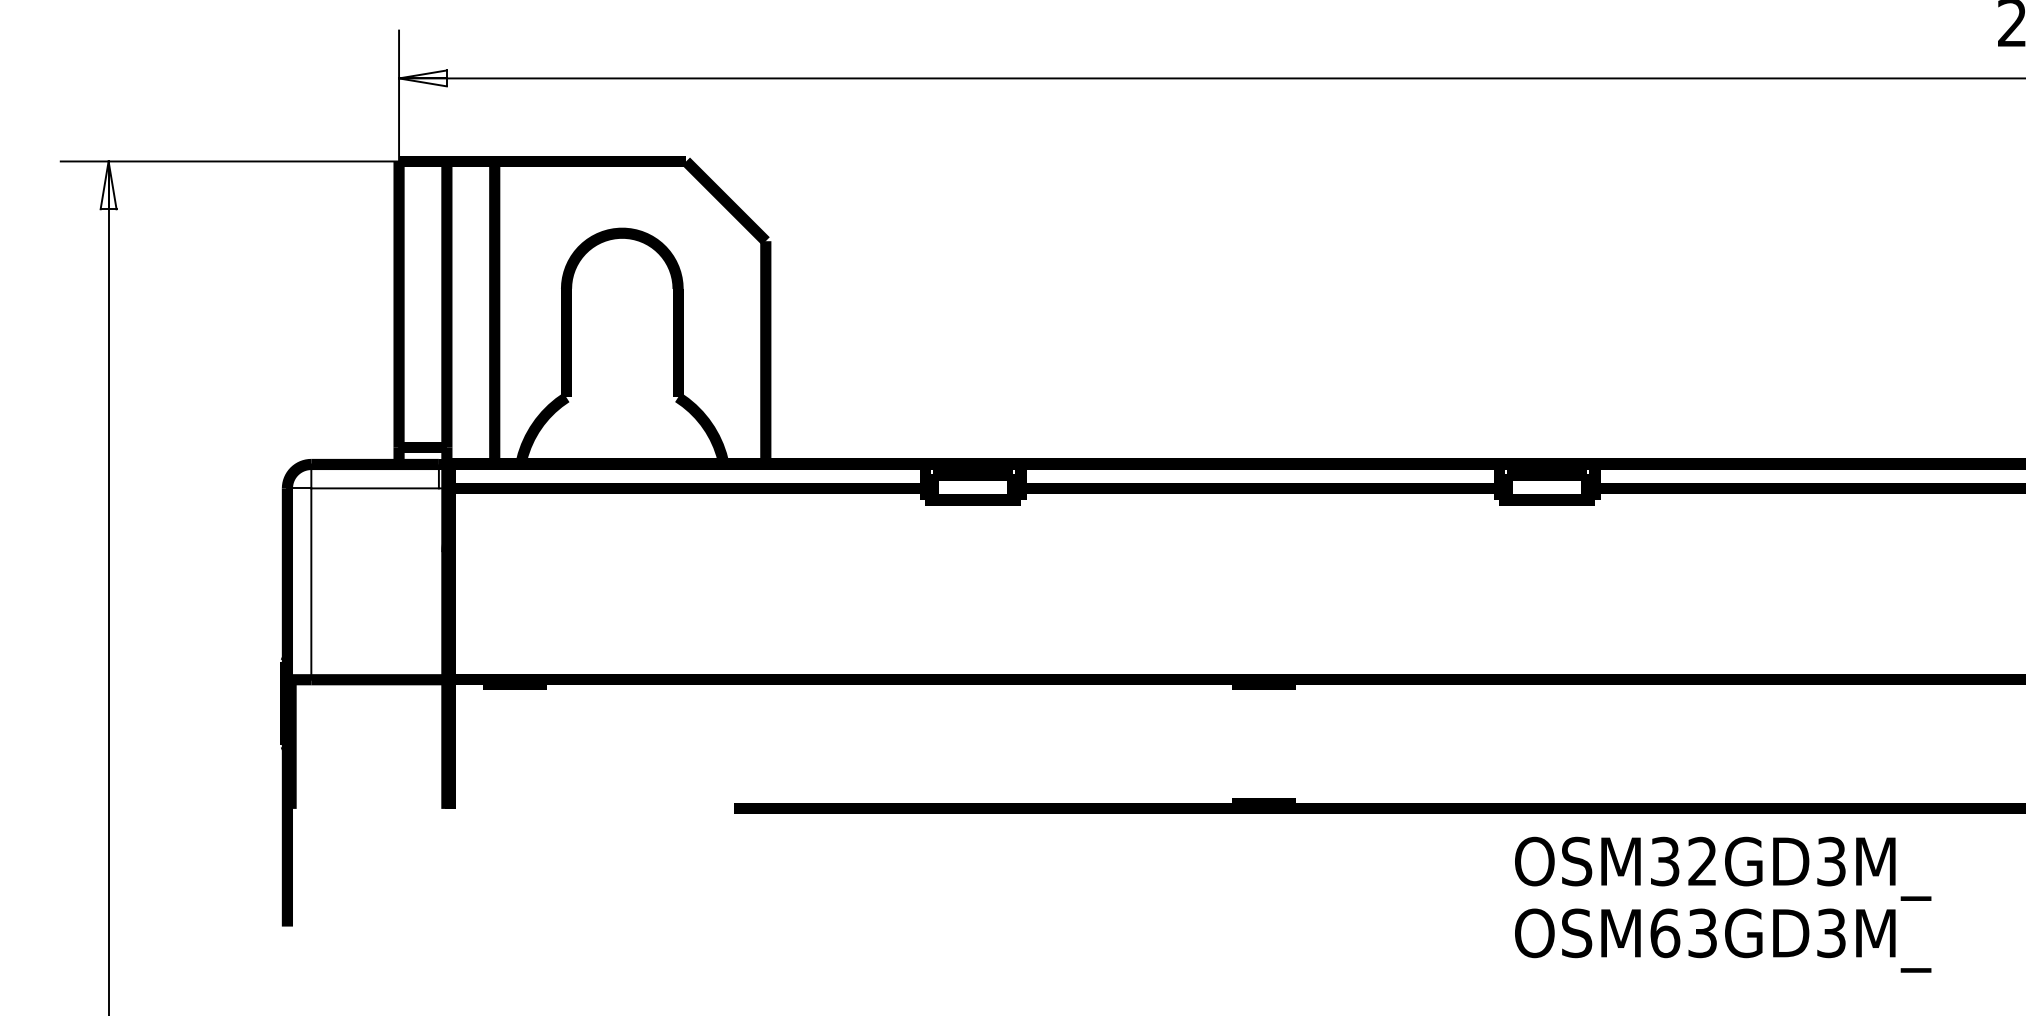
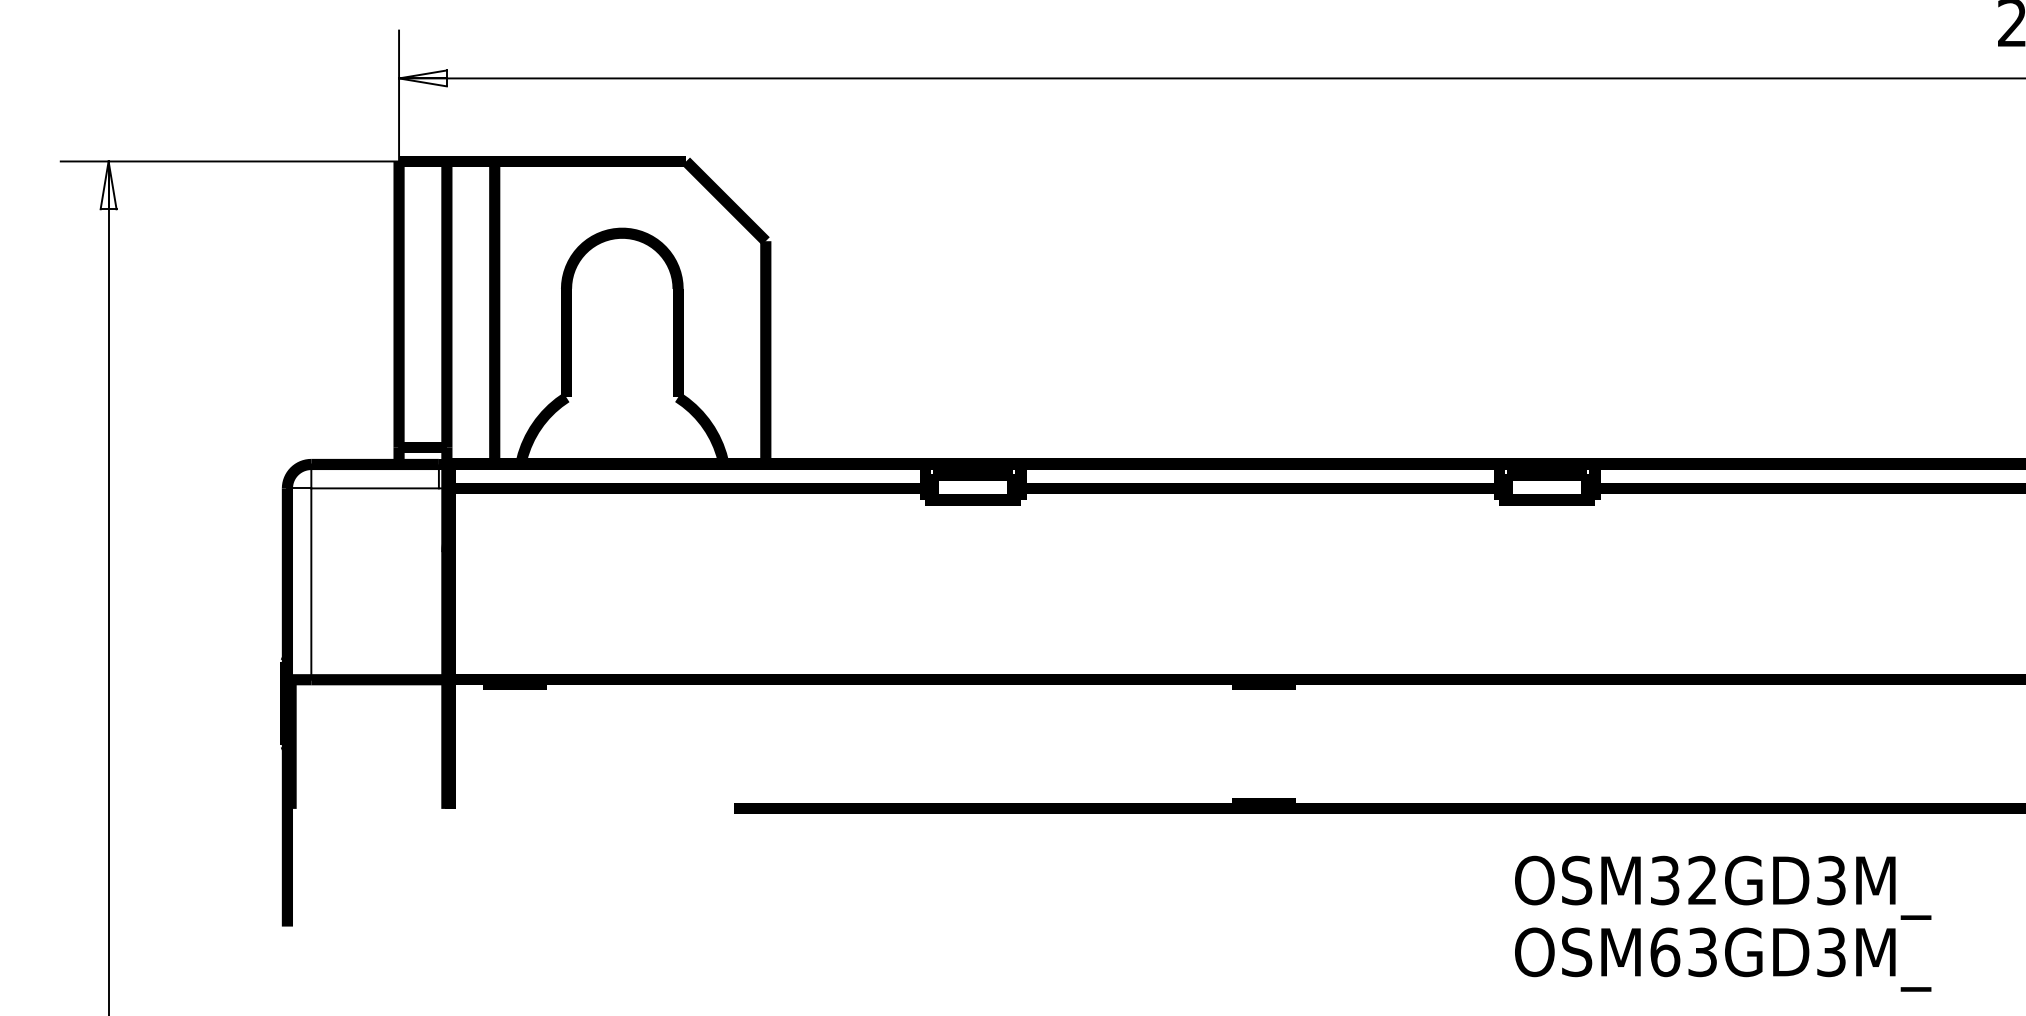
text at (1723, 904) position: (1723, 904) -> (1723, 923)
